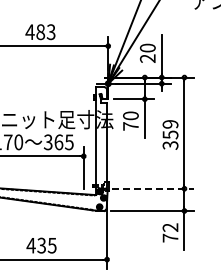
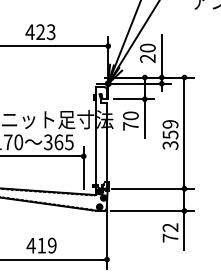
text at (40, 32): 483 -> 423
line at (152, 188): dashed -> solid
text at (46, 245): 435 -> 419
